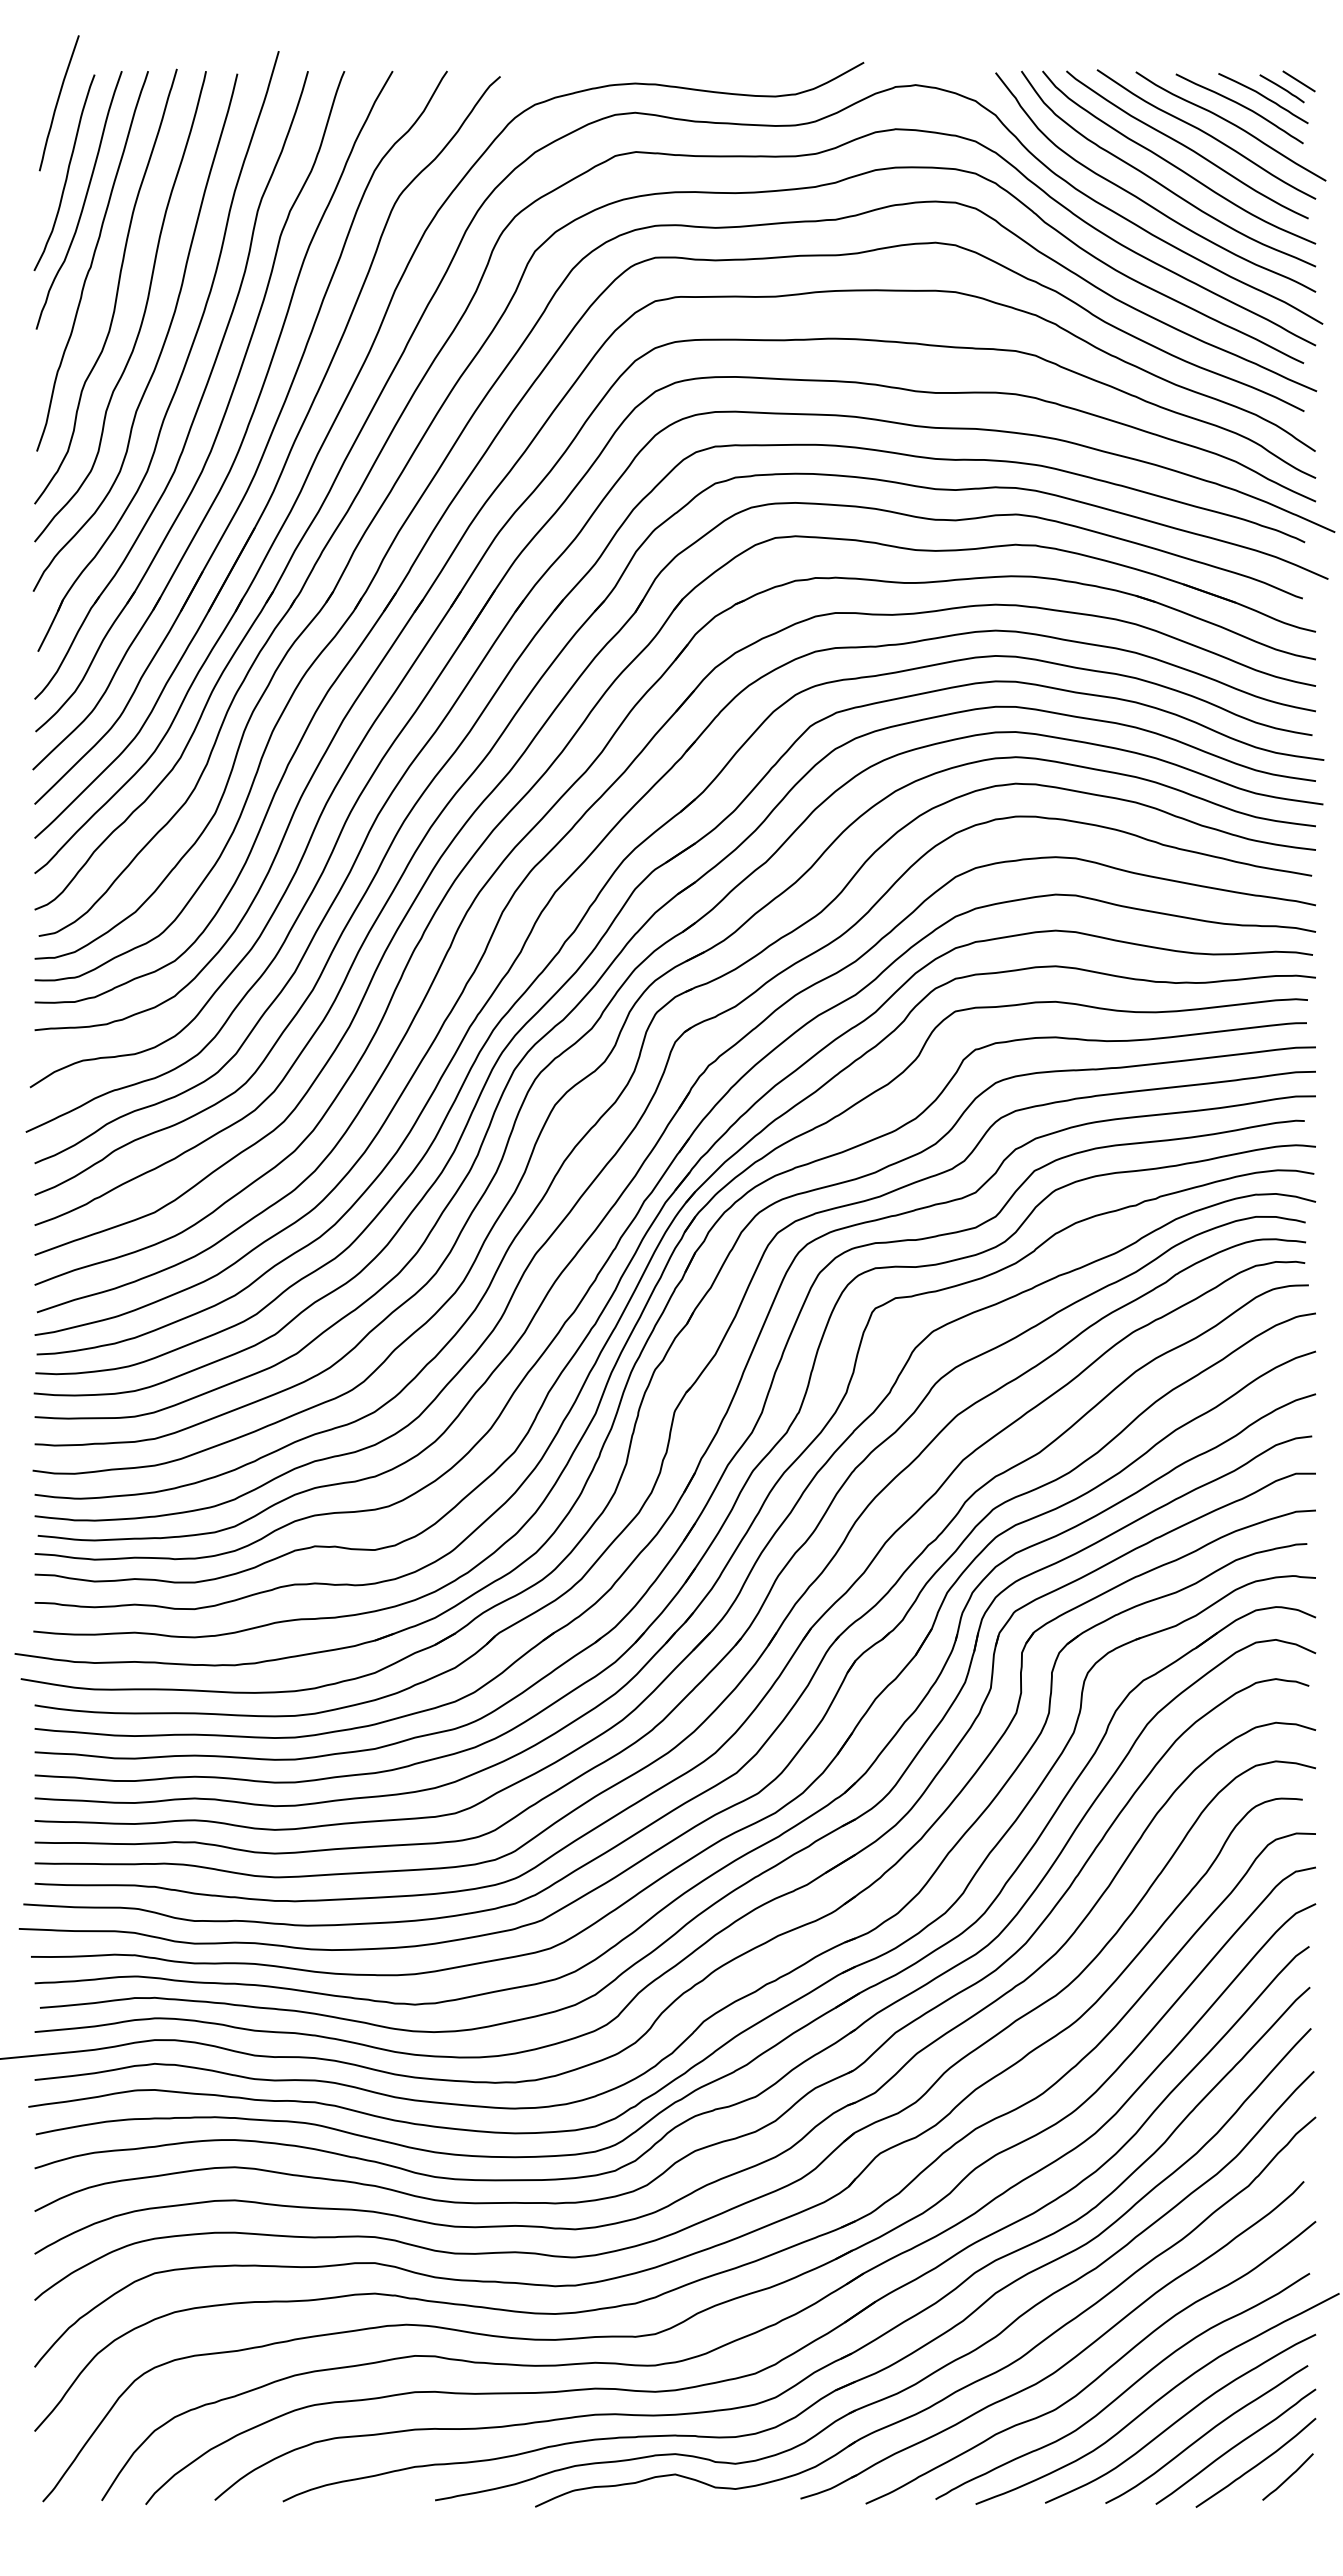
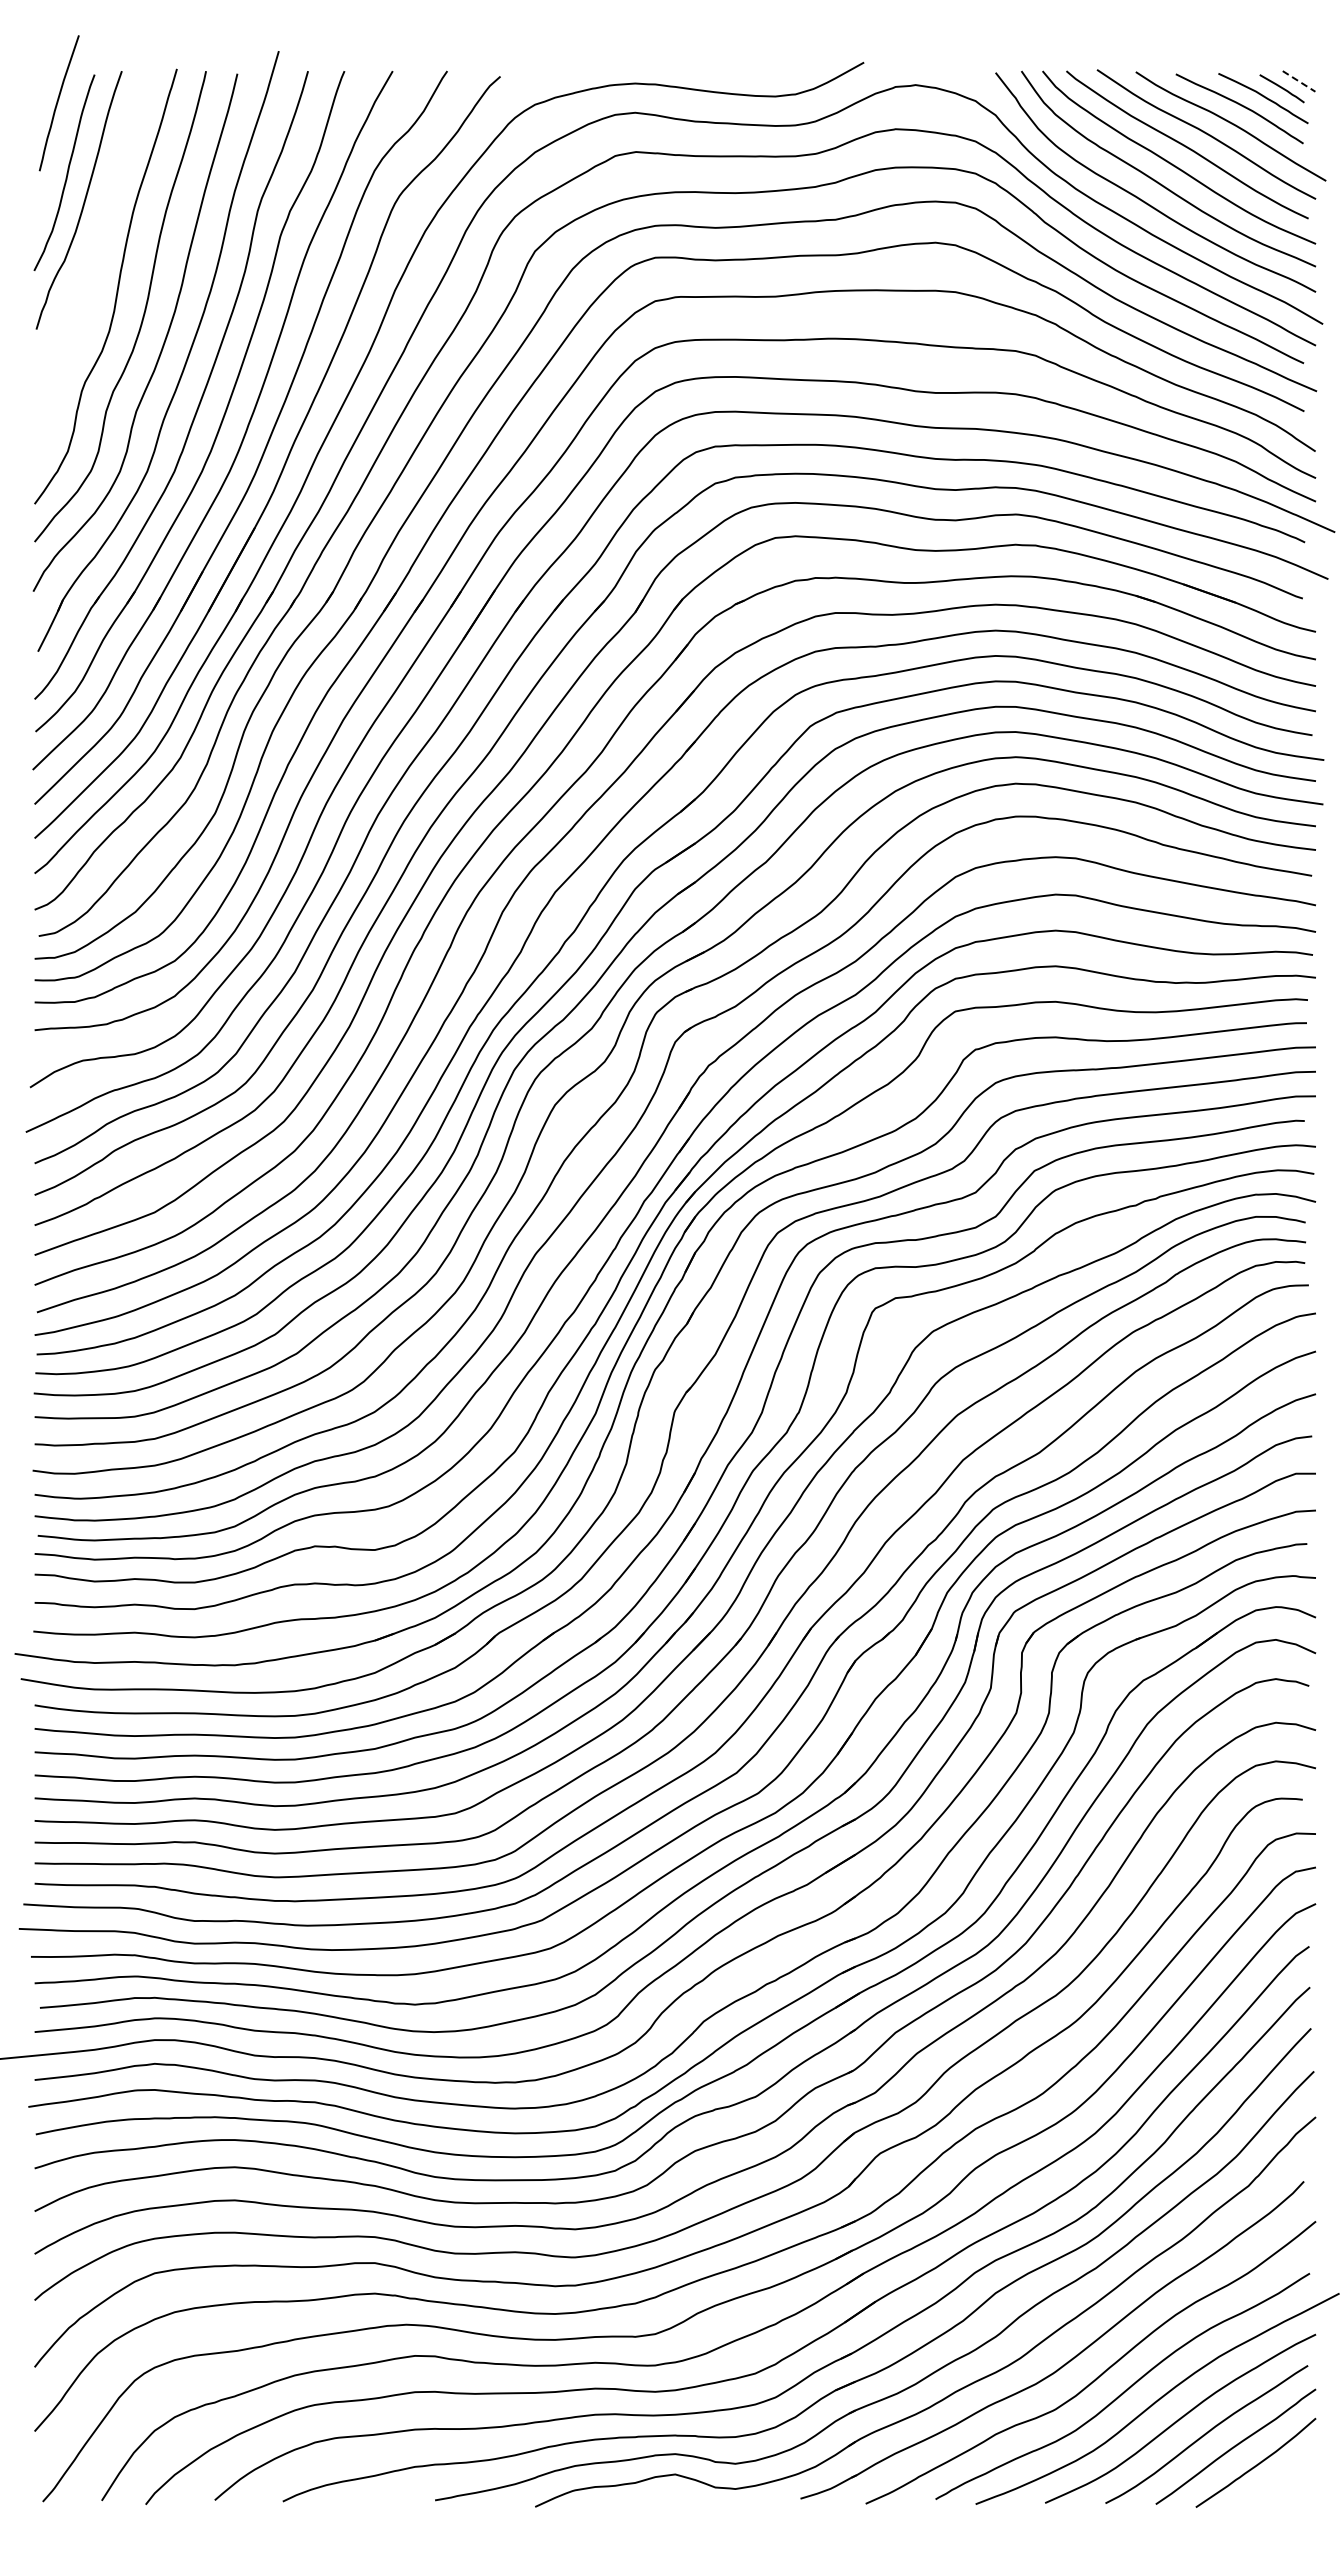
line at (1299, 81): solid -> dashed
curve at (92, 261): present -> none
curve at (1288, 2476): present -> none
